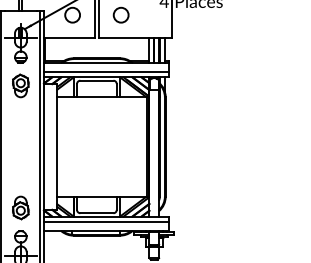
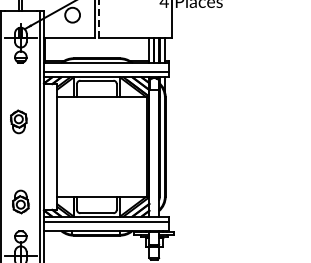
circle at (120, 14): present -> none
line at (99, 19): solid -> dashed
part at (20, 85) position: (20, 85) -> (18, 121)
part at (20, 207) position: (20, 207) -> (20, 201)
